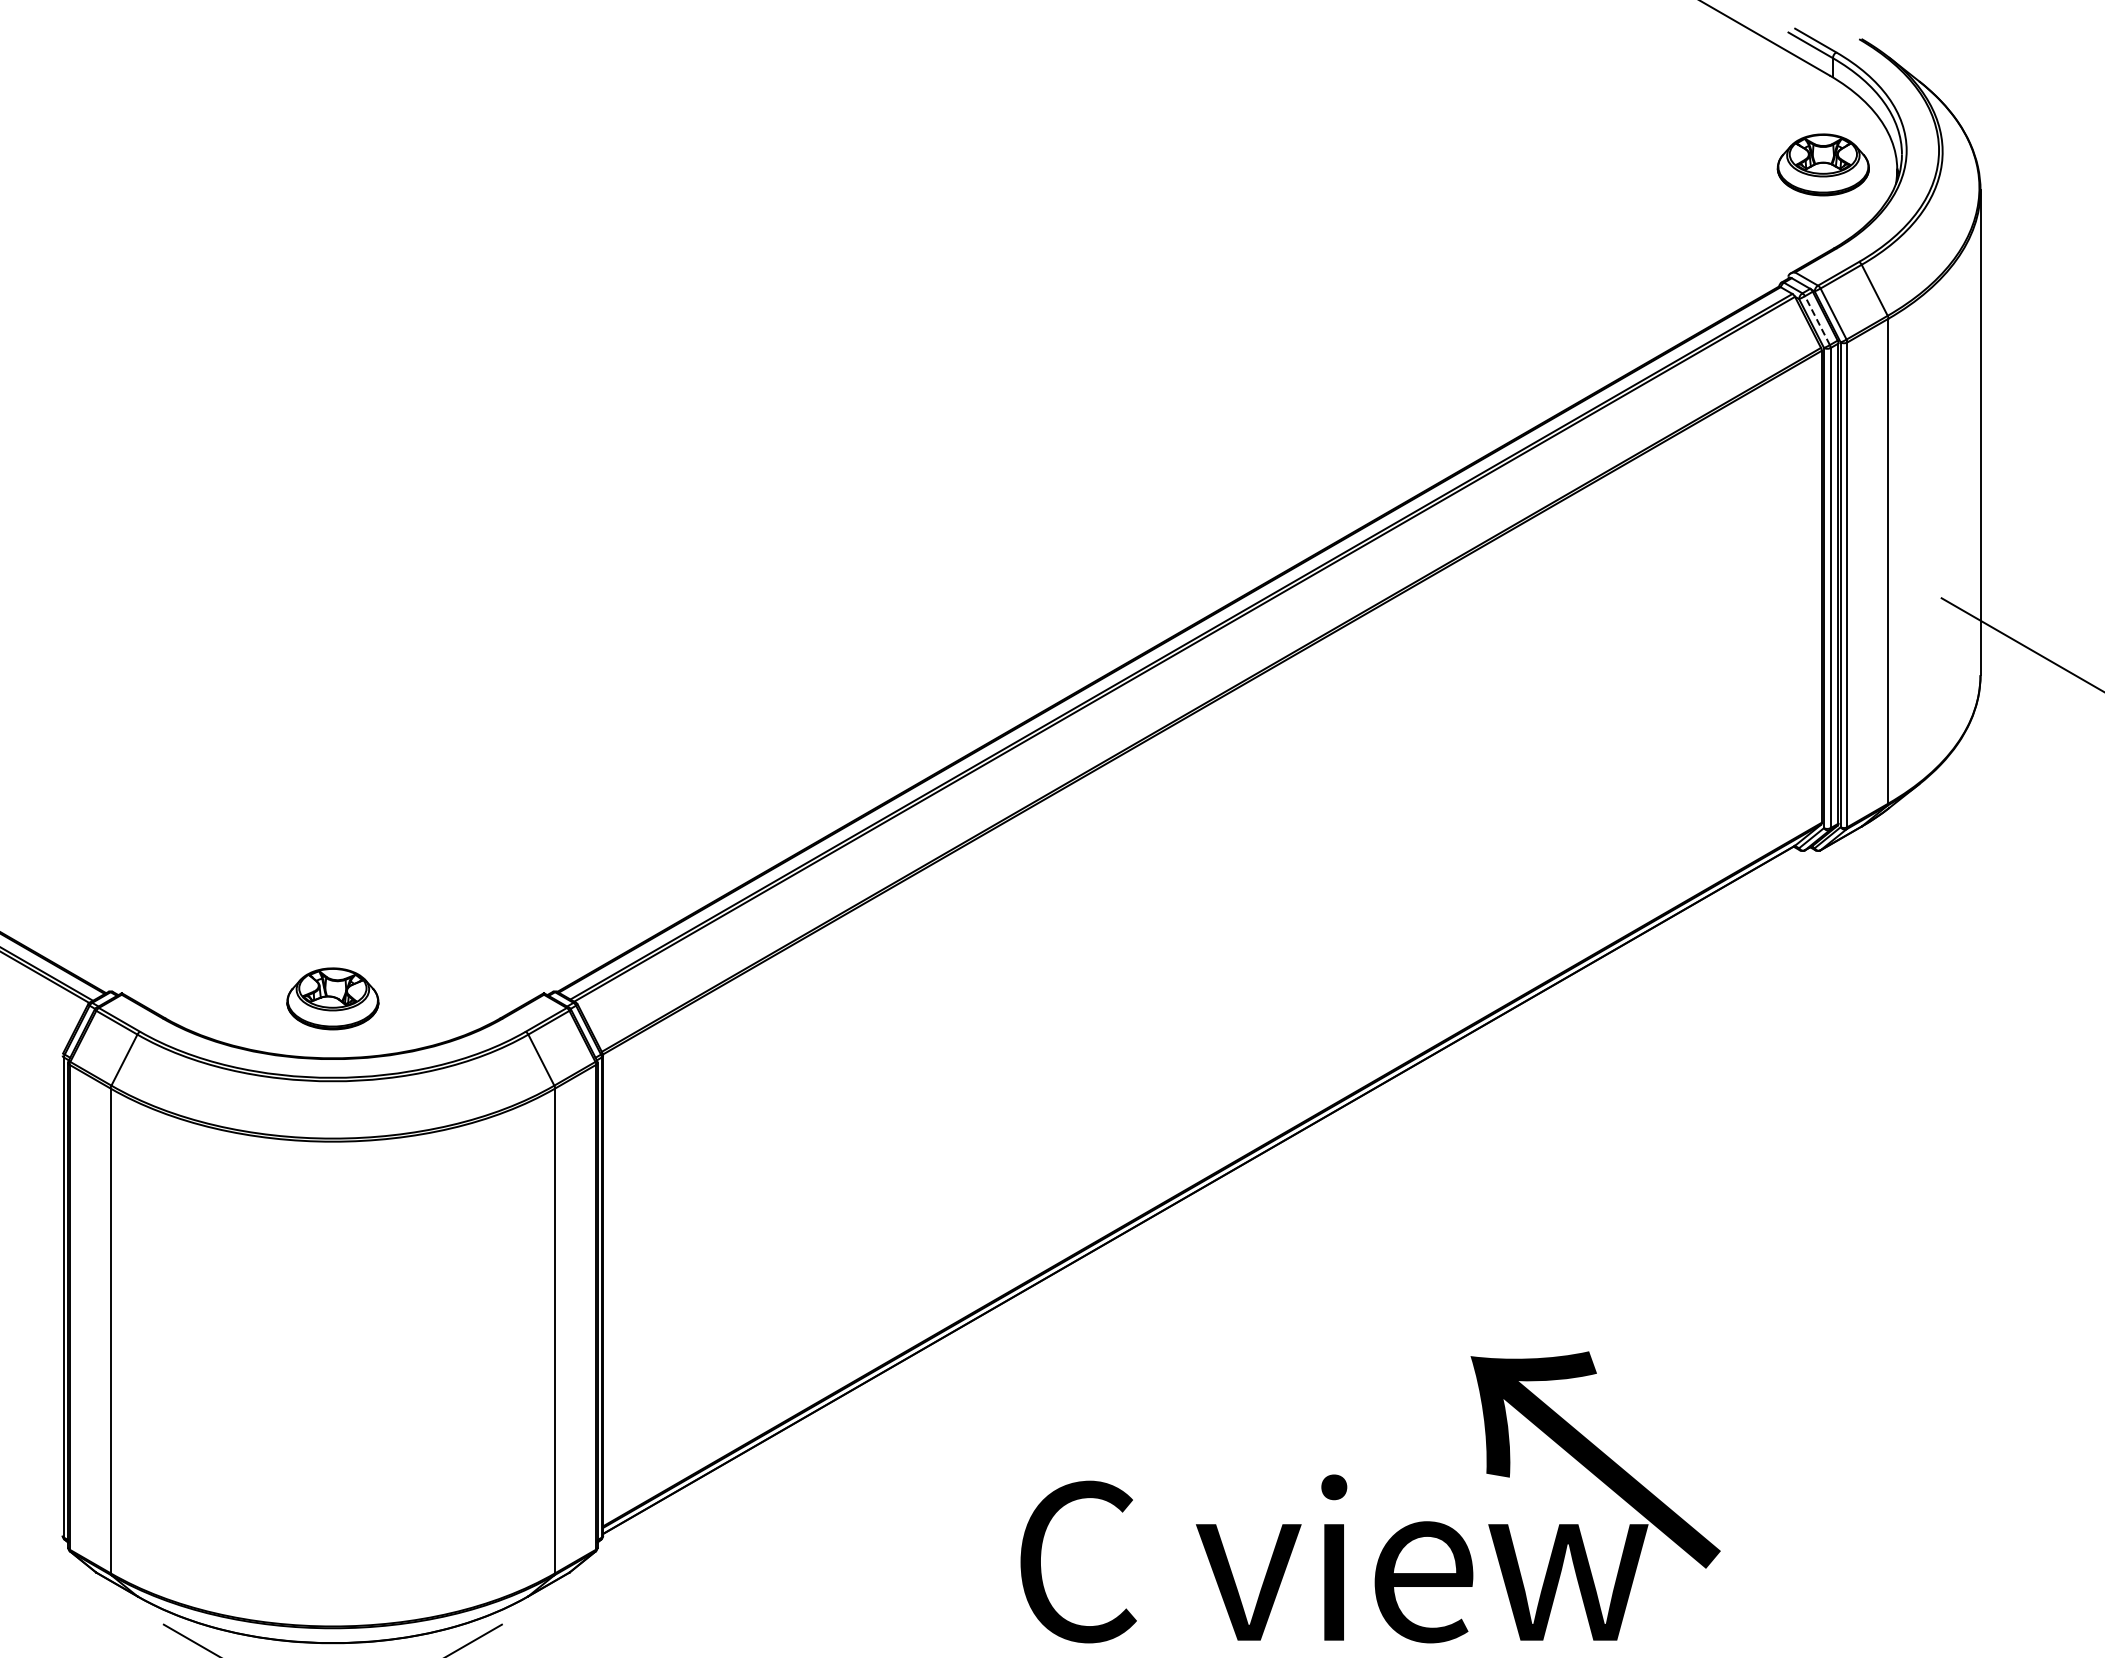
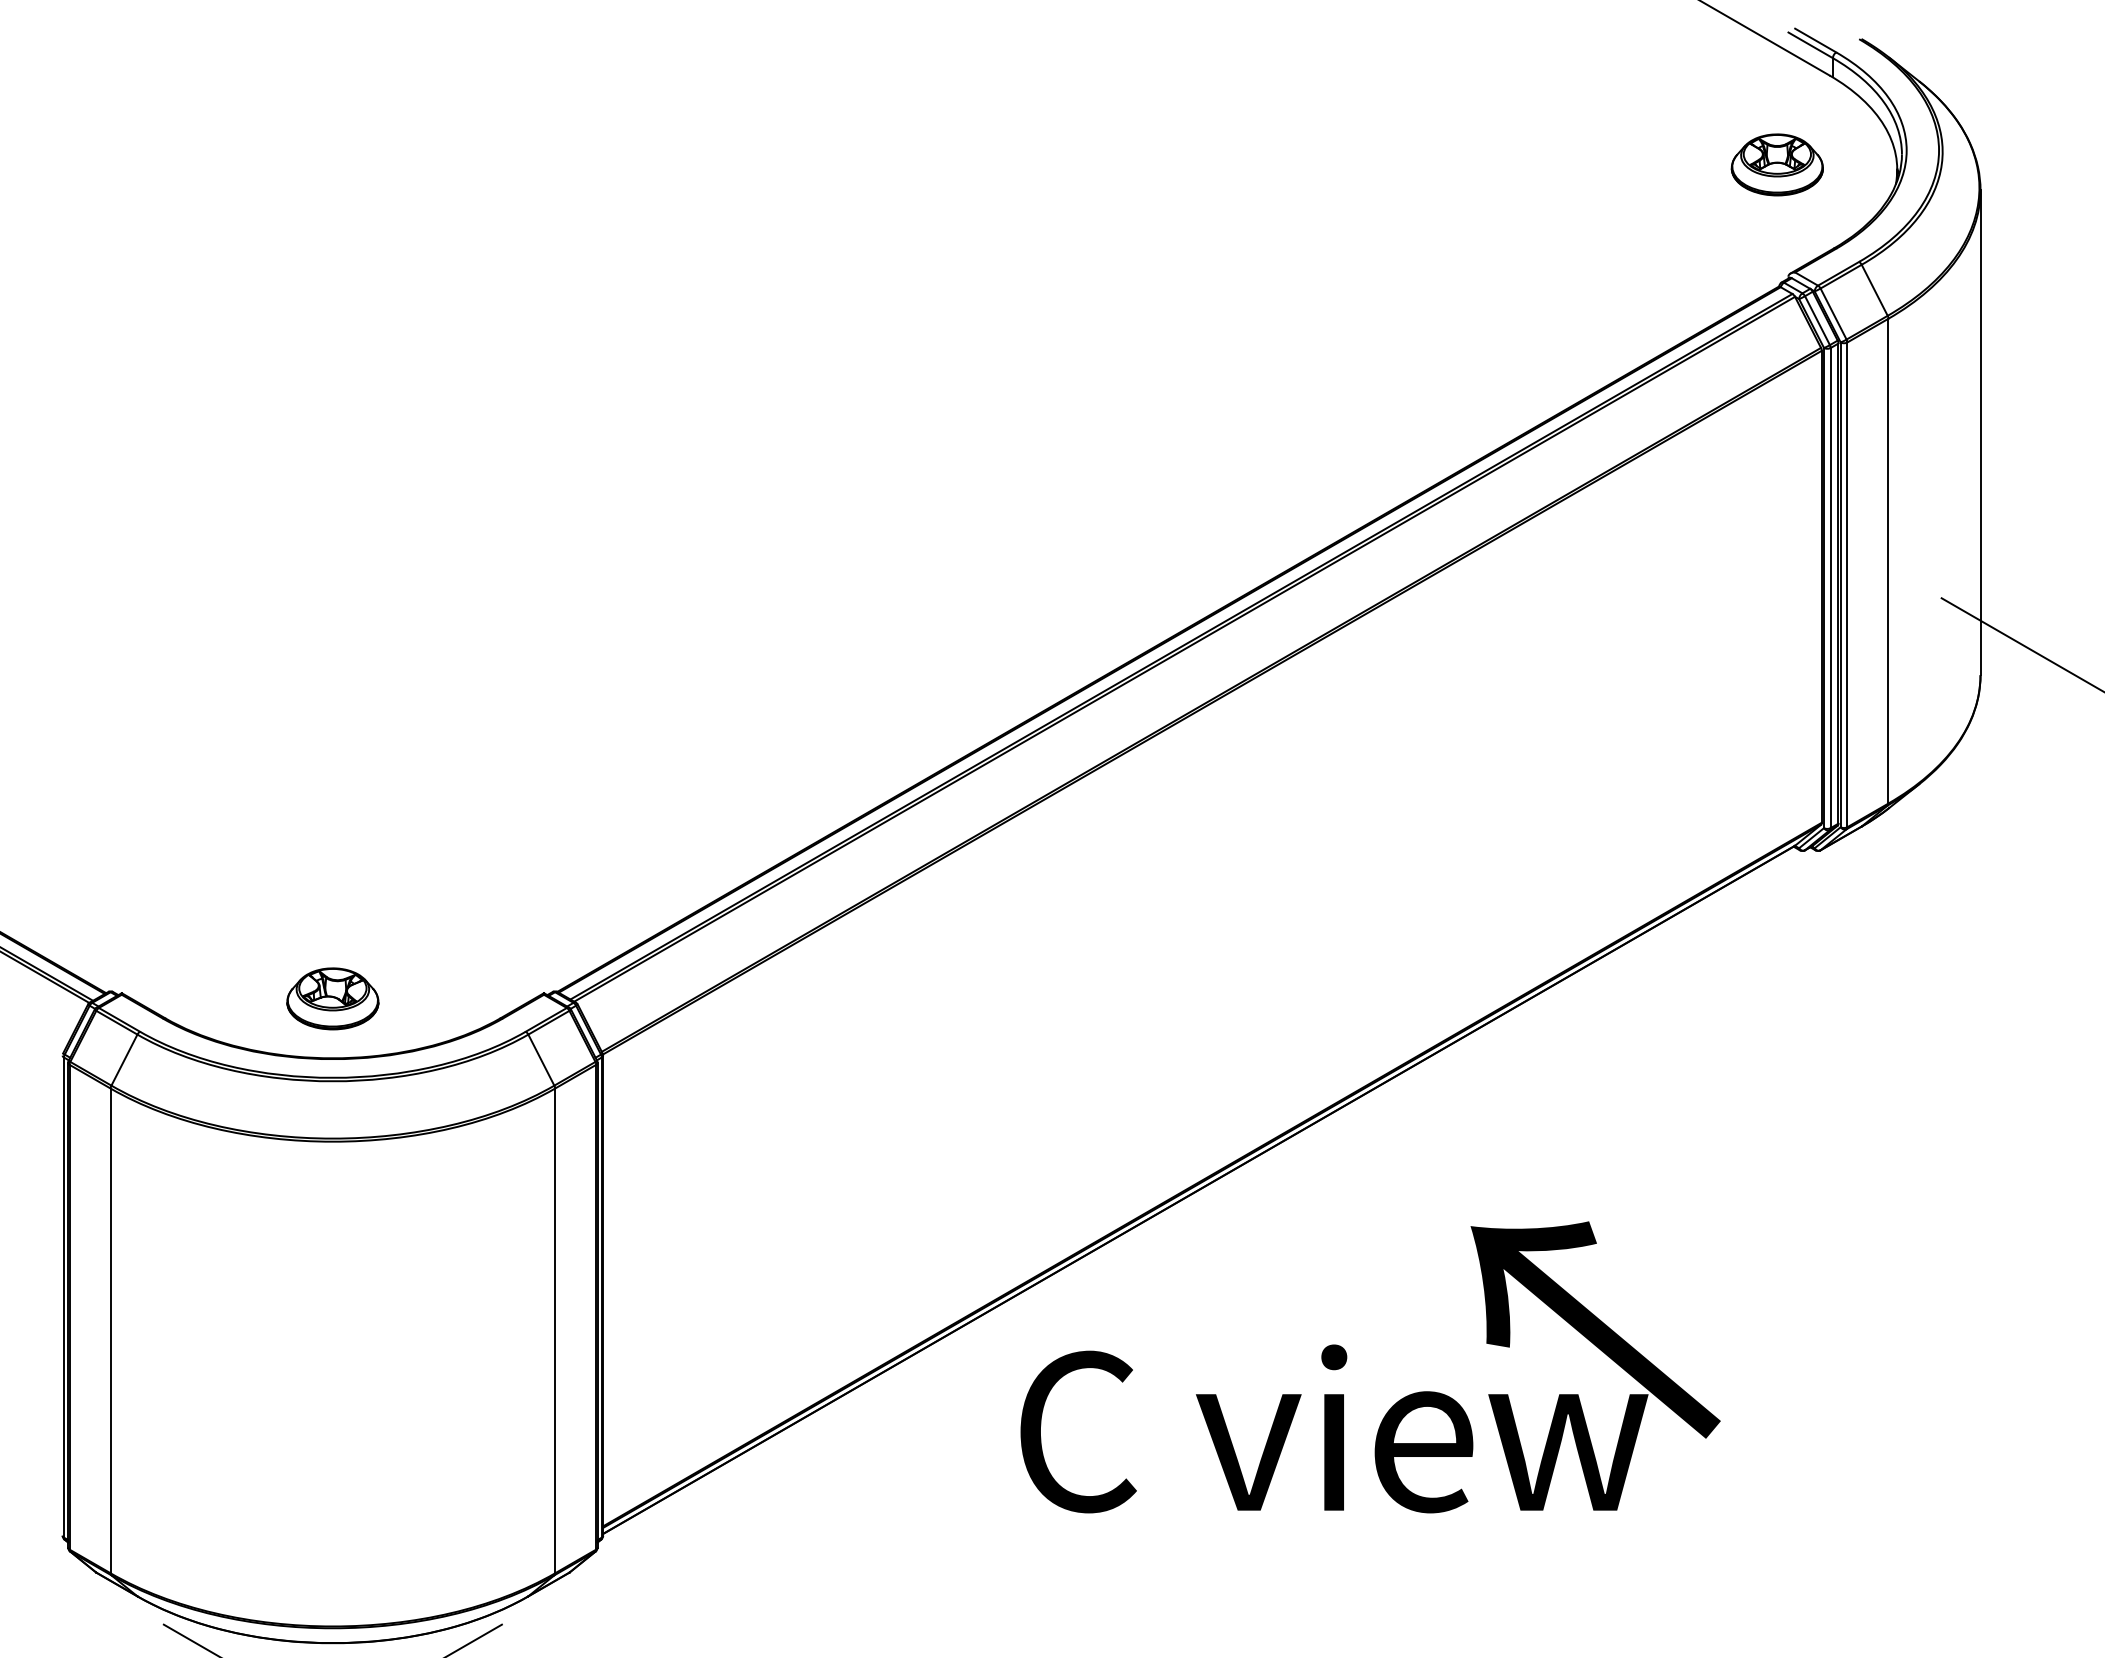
part at (1822, 164) position: (1822, 164) -> (1776, 164)
line at (1817, 320): dashed -> solid
text at (1370, 1497) position: (1370, 1497) -> (1370, 1367)
